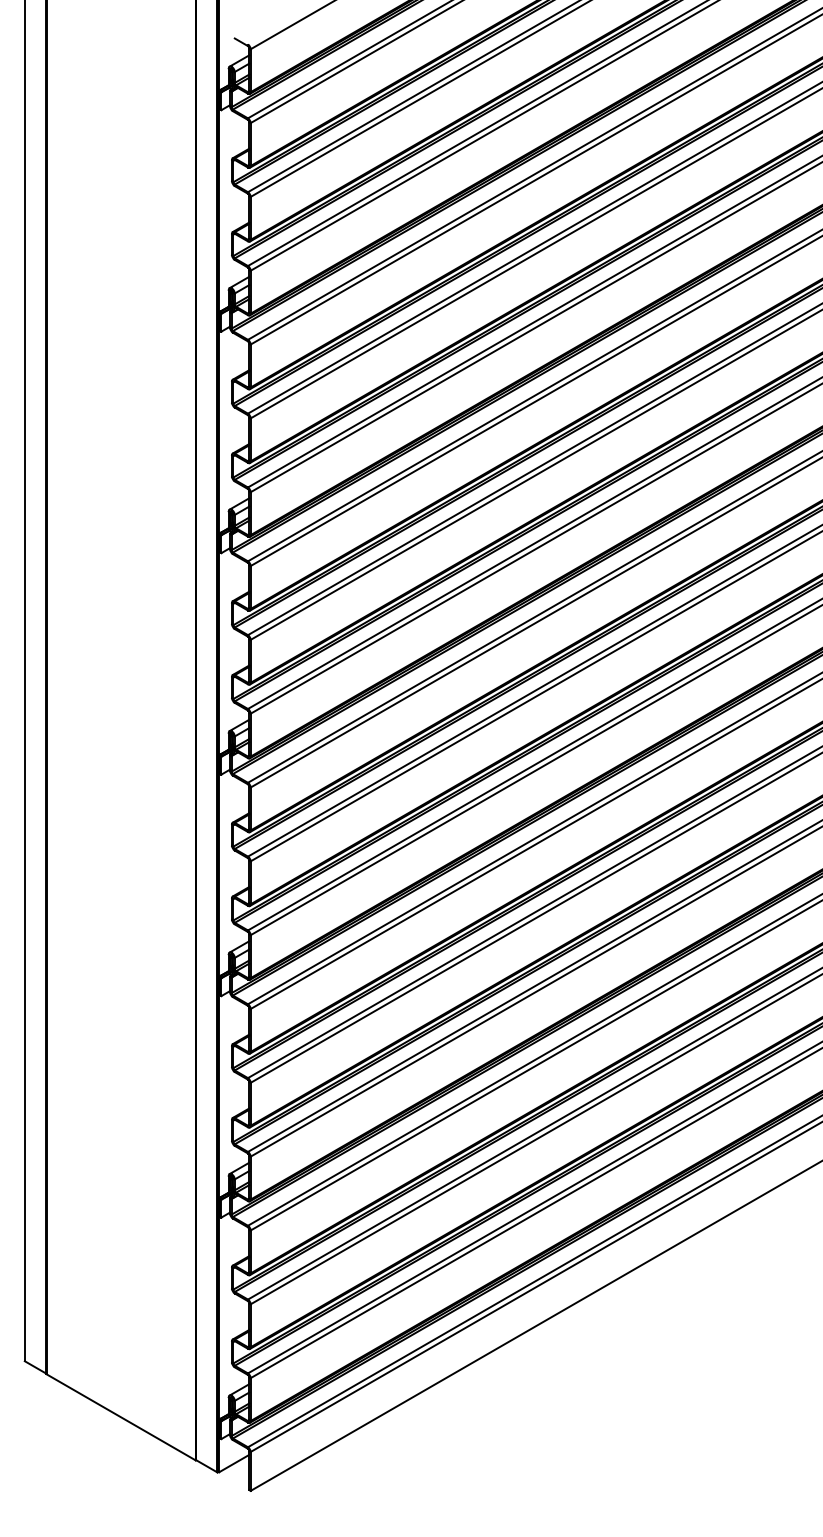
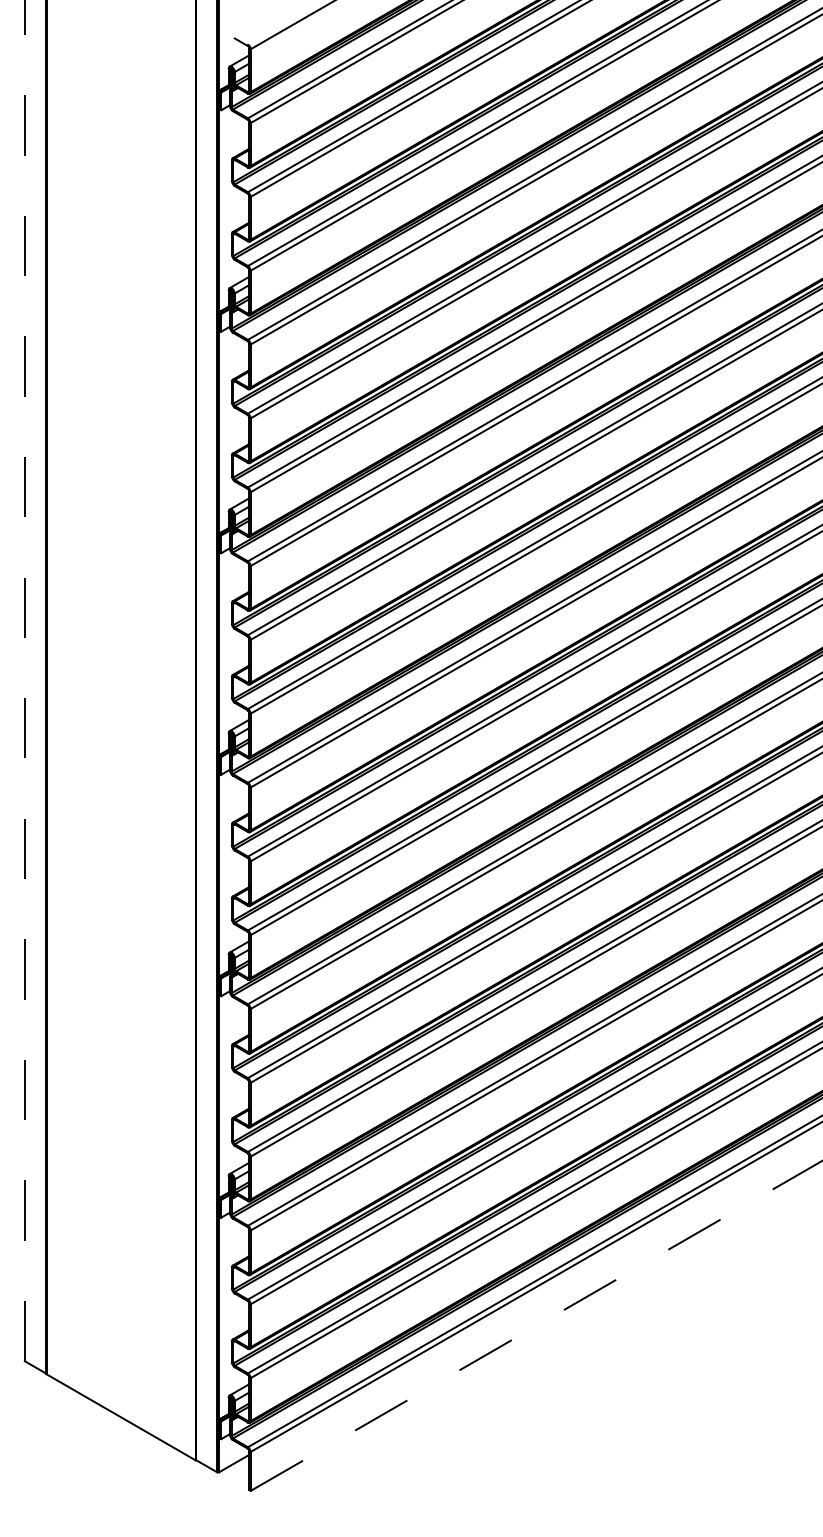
line at (24, 680): solid -> dashed
line at (537, 1325): solid -> dashed
